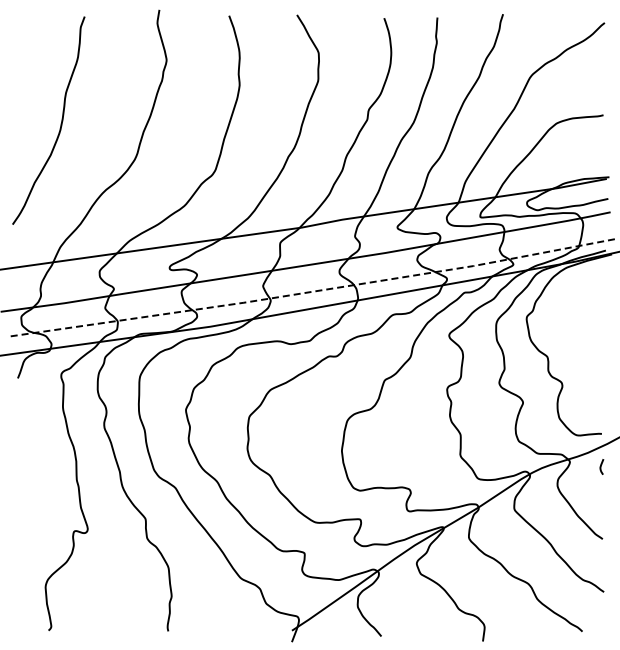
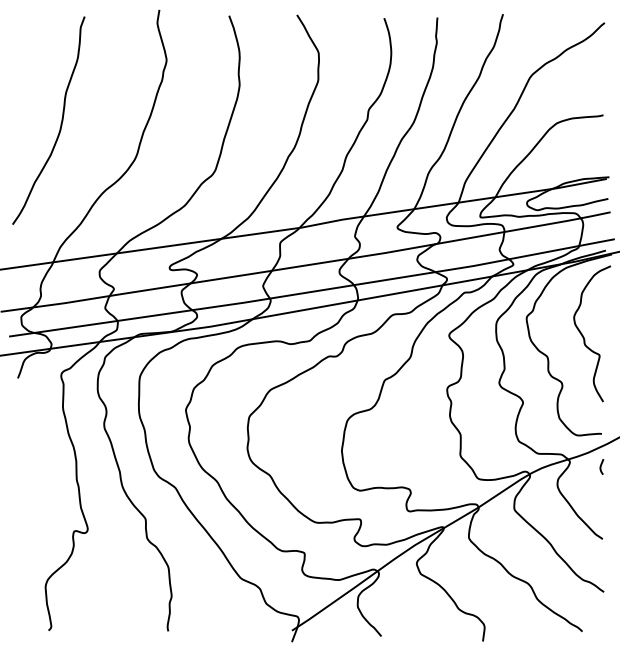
line at (311, 291): dashed -> solid
curve at (584, 337): none -> present
